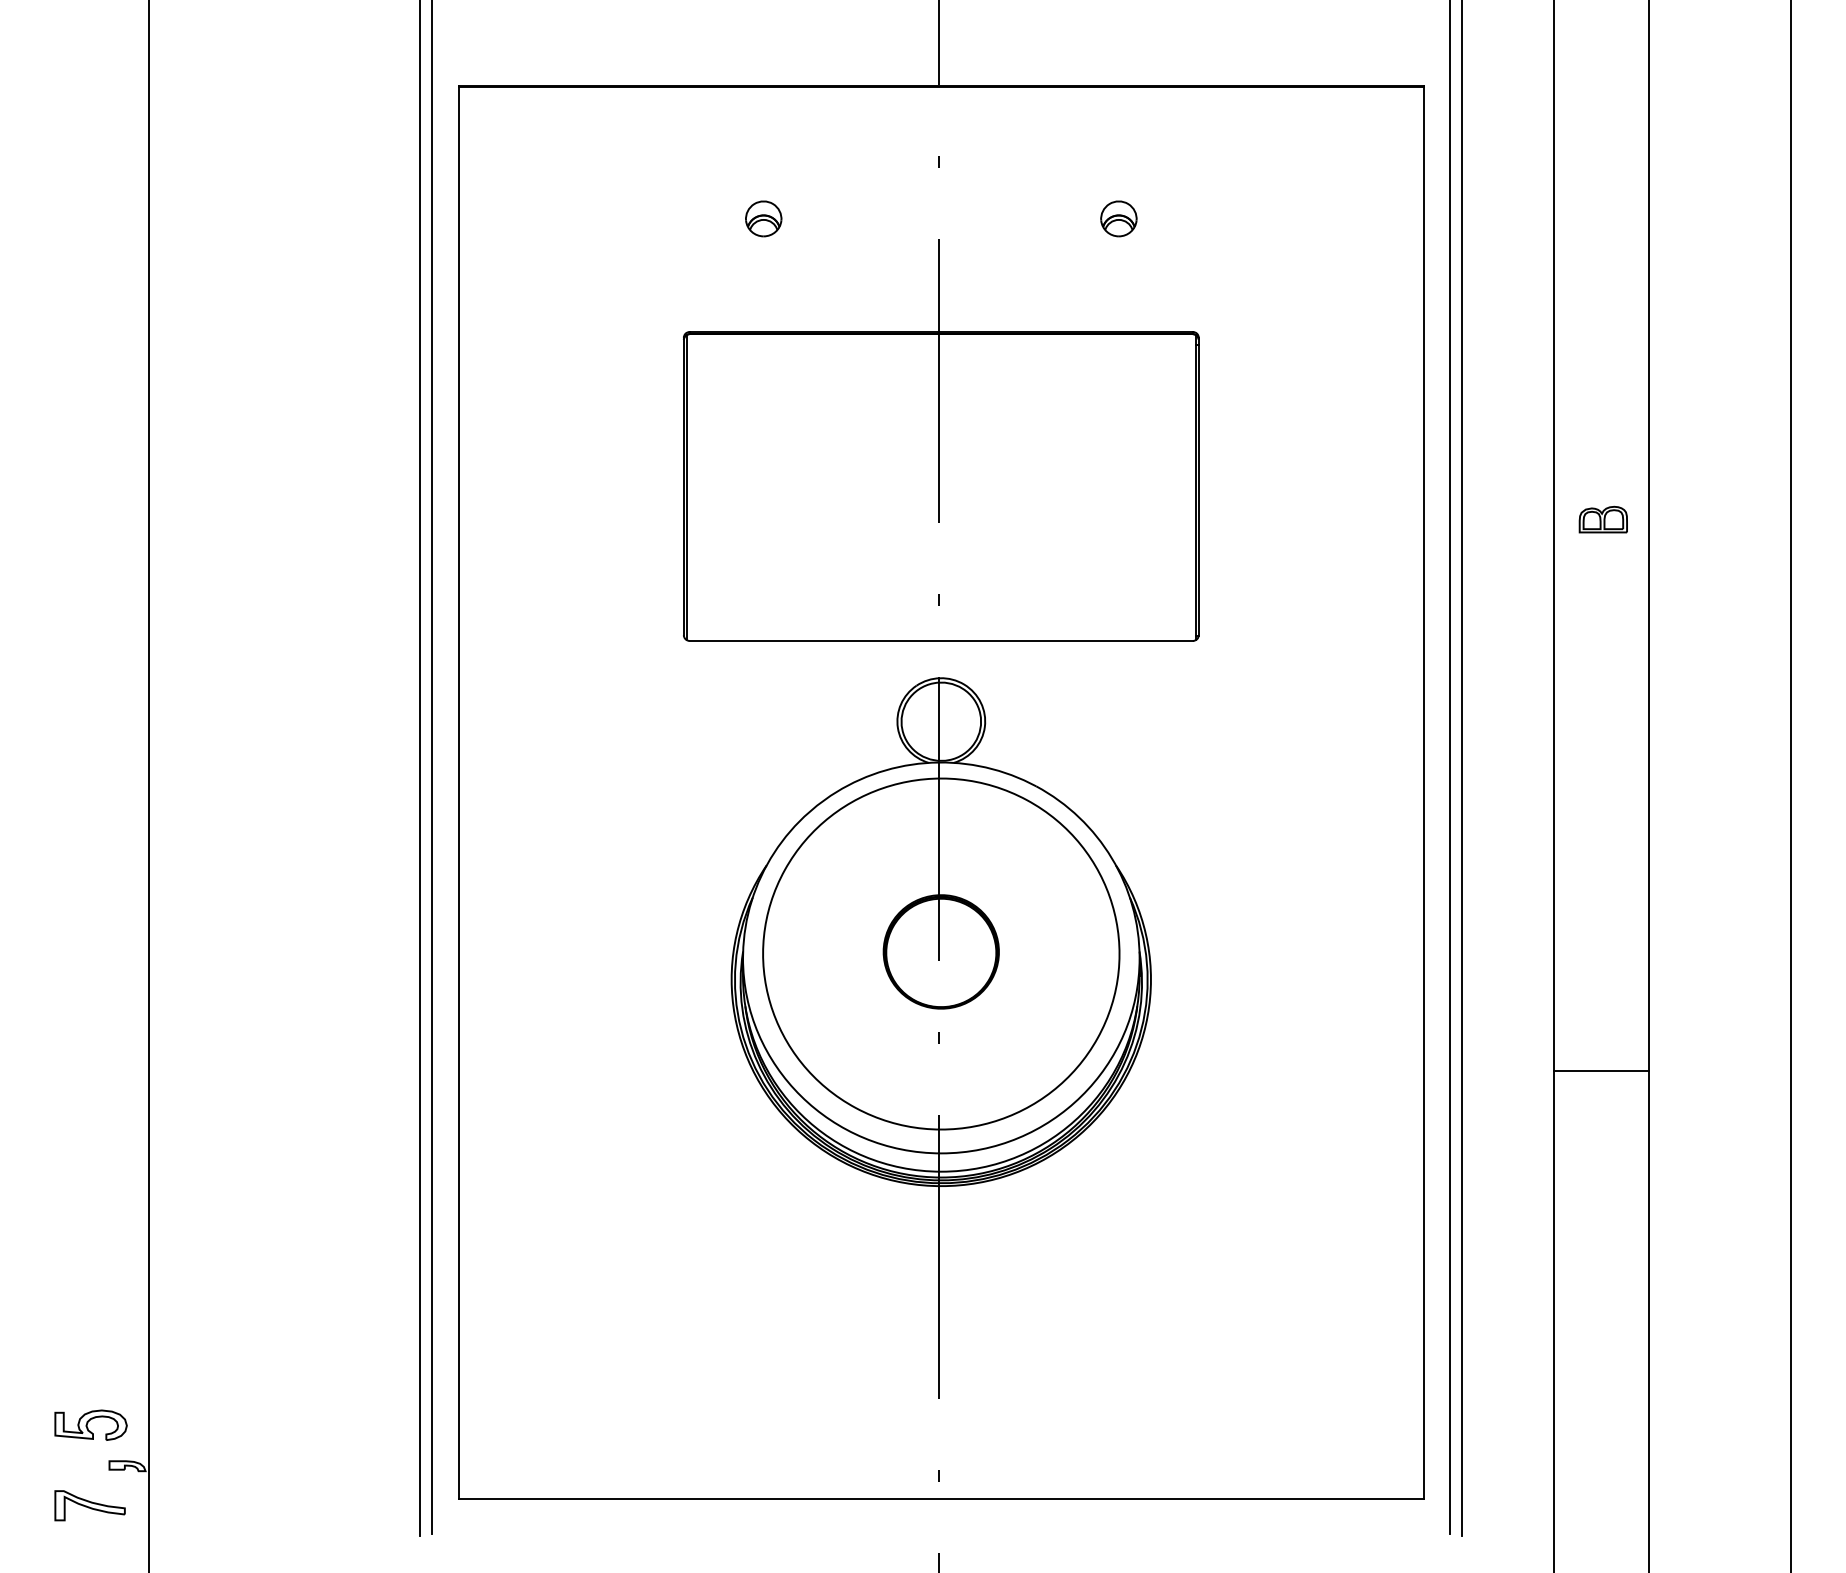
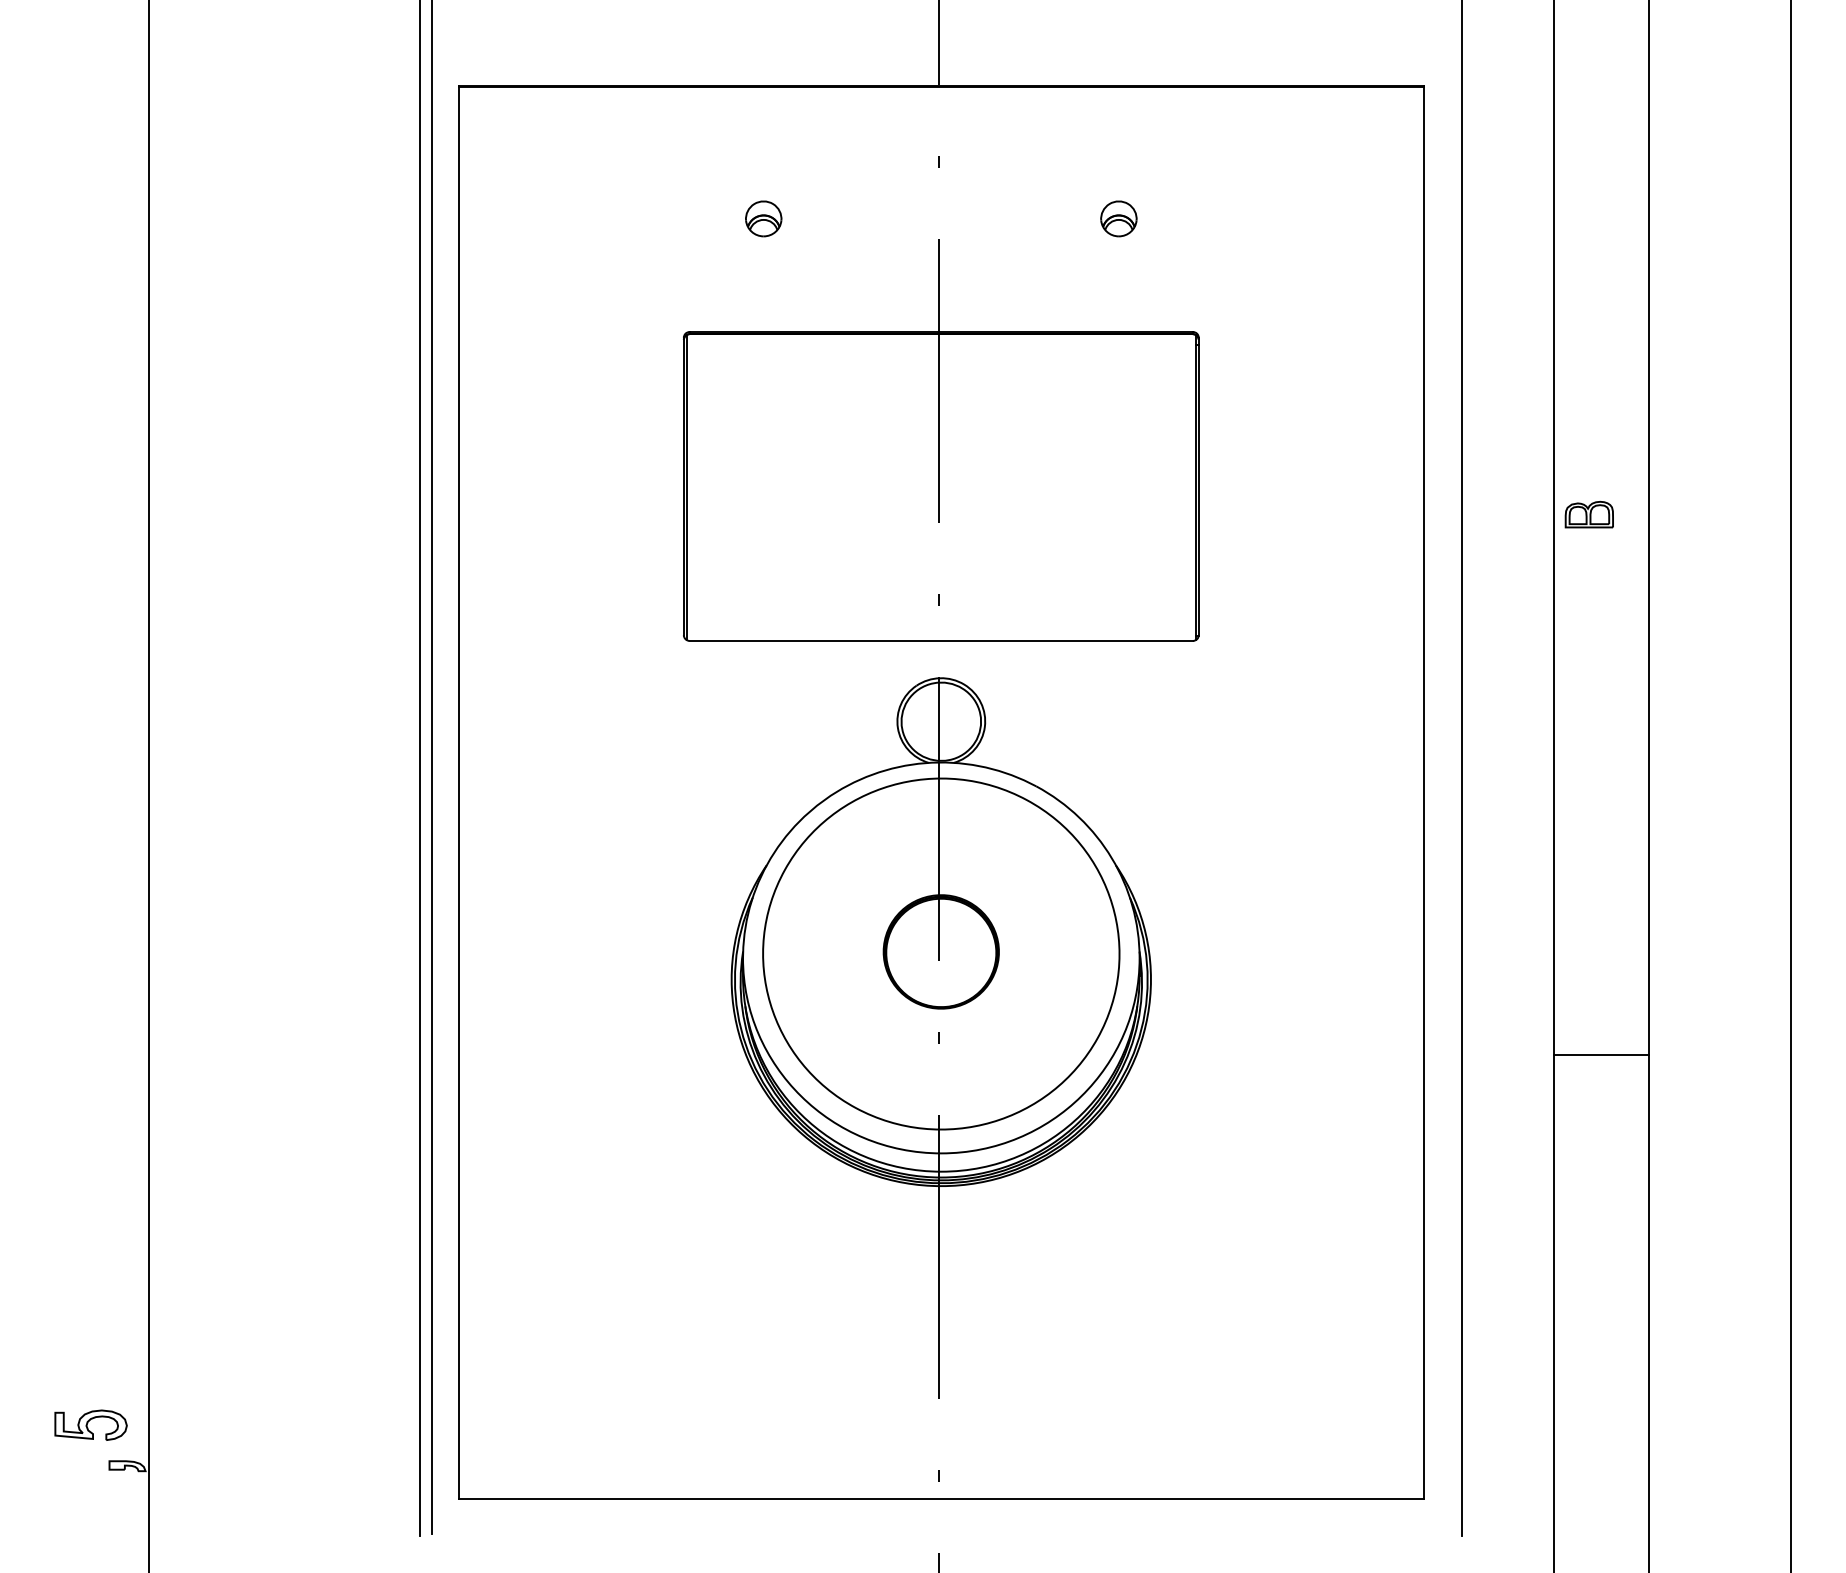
part at (1602, 519) position: (1602, 519) -> (1588, 514)
line at (1450, 768): present -> none
line at (1600, 1070) position: (1600, 1070) -> (1600, 1054)
part at (89, 1505): present -> none
